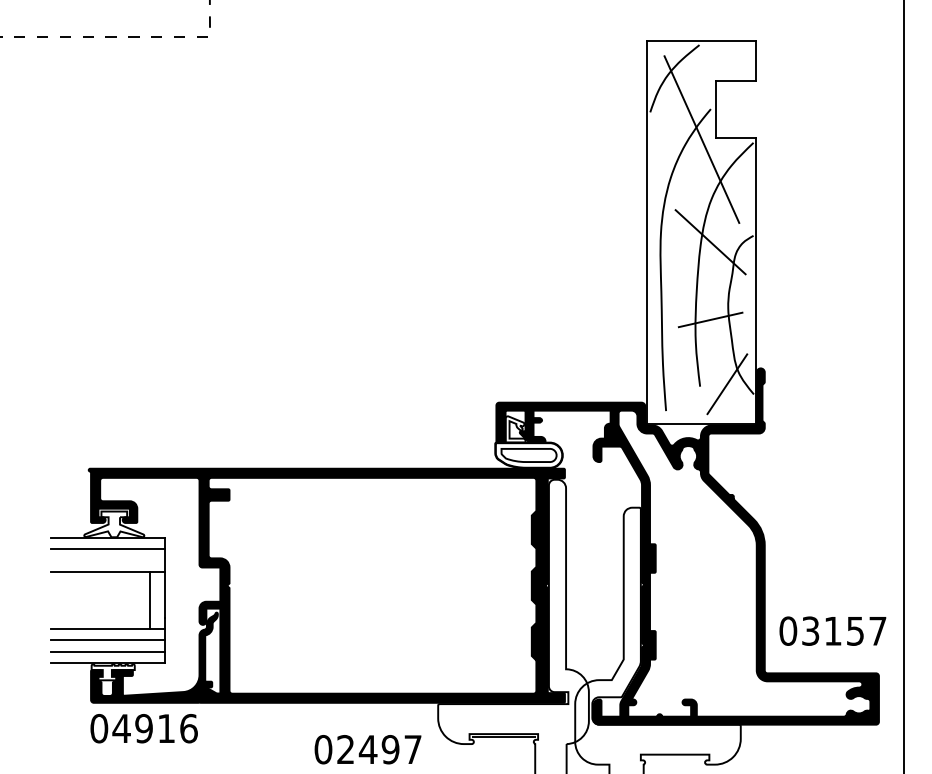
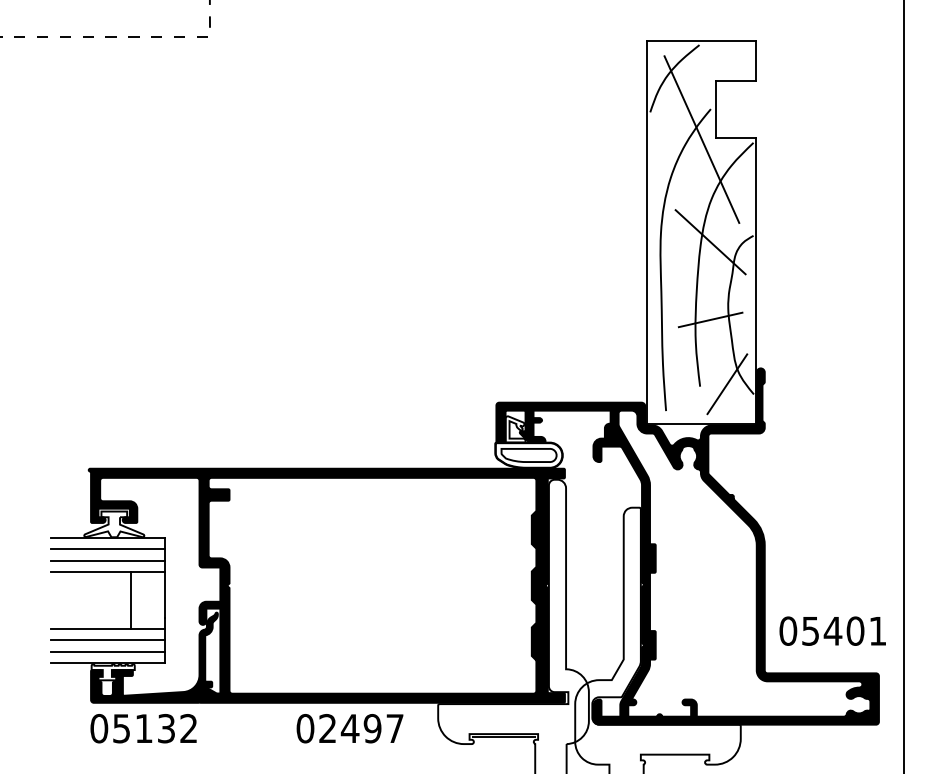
line at (108, 560): none -> present
line at (150, 600) position: (150, 600) -> (131, 600)
text at (844, 630): 03157 -> 05401
text at (154, 728): 04916 -> 05132
text at (367, 749) position: (367, 749) -> (349, 728)
